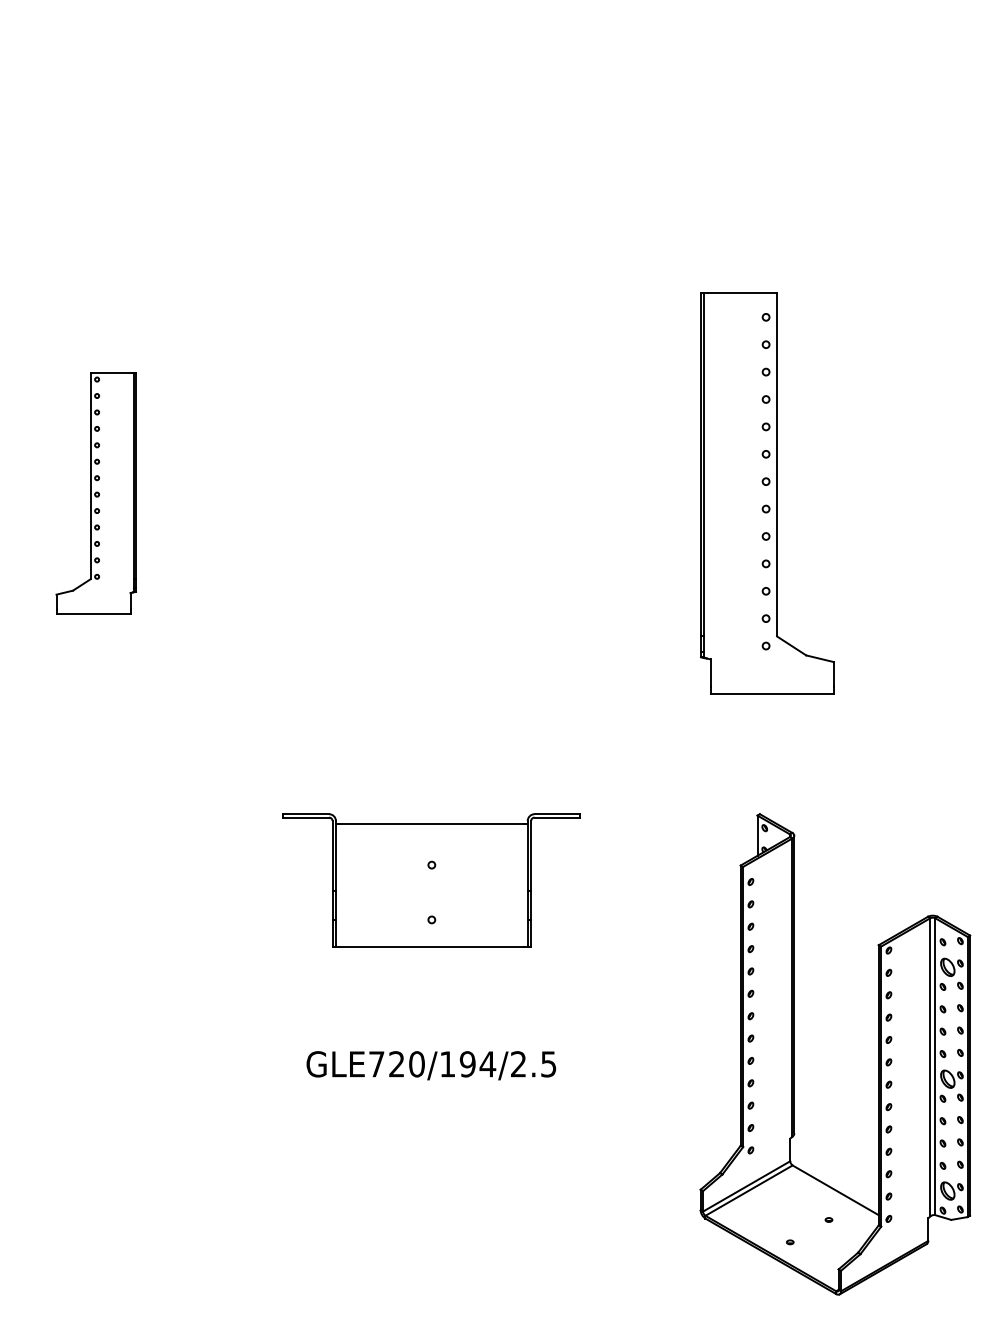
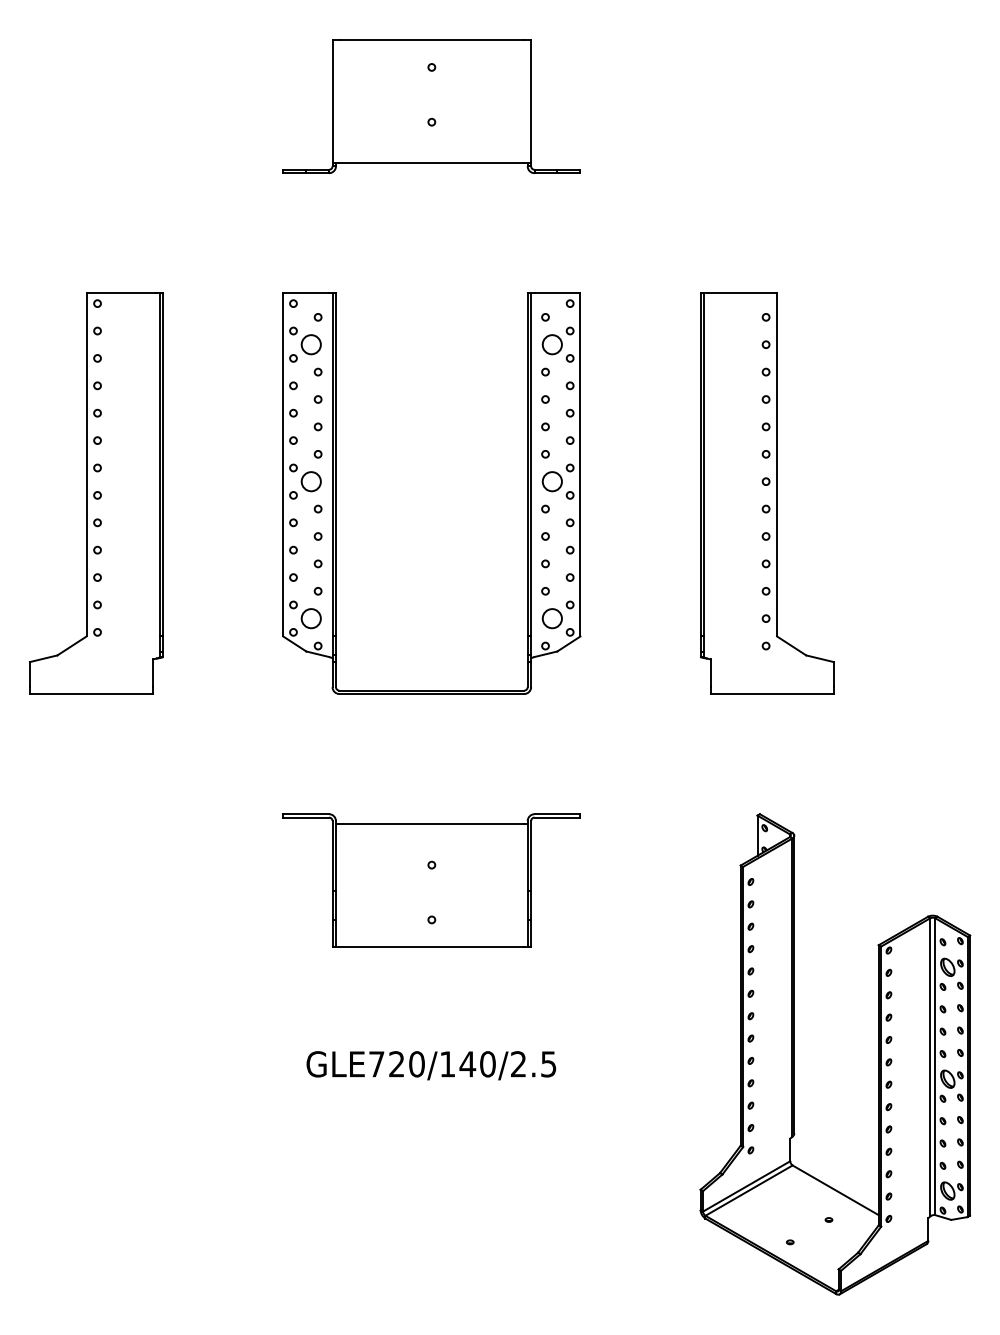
part at (431, 106): none -> present
part at (95, 493) size: 82x243 px -> 135x403 px
part at (336, 493): none -> present
text at (477, 1064): GLE720/194/2.5 -> GLE720/140/2.5
